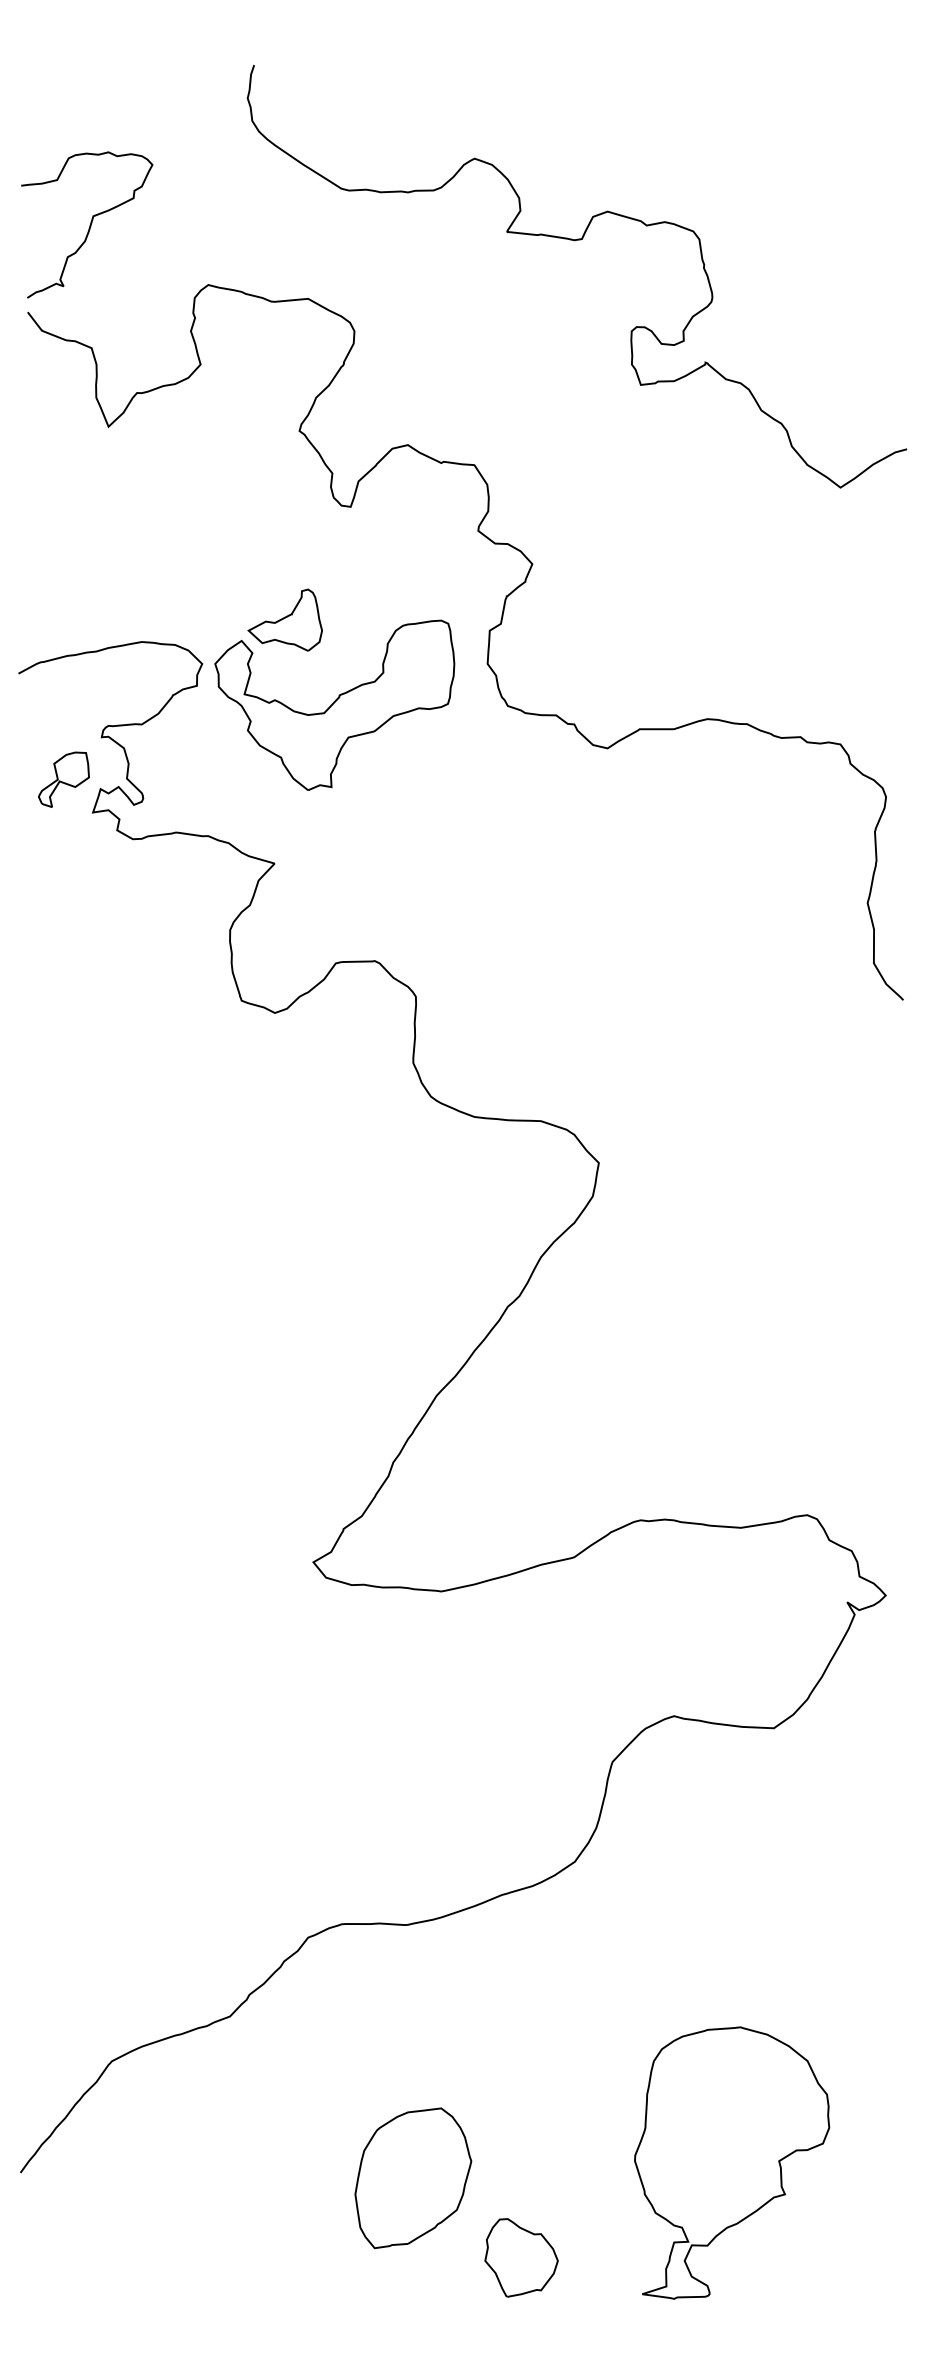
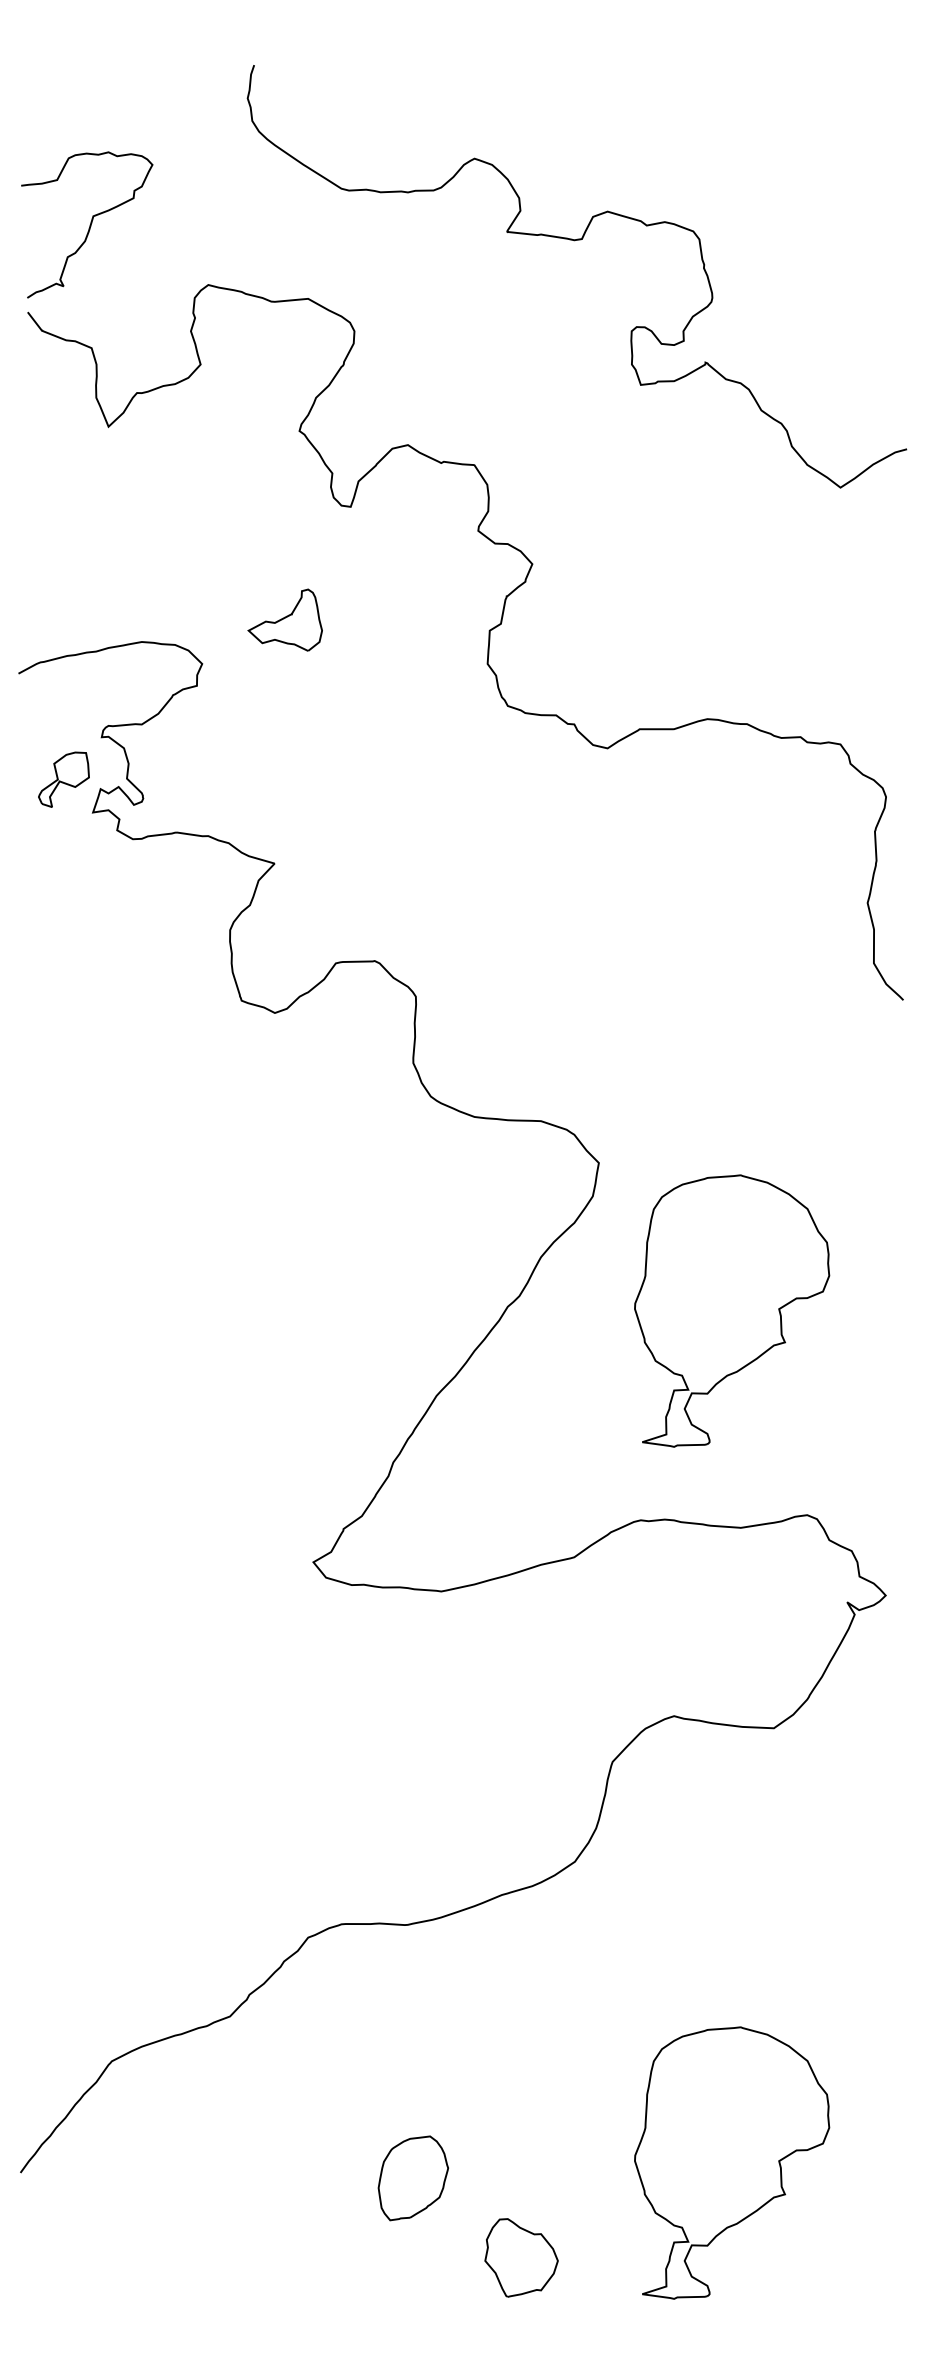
part at (334, 704): present -> none
part at (732, 1310): none -> present
part at (413, 2178) size: 119x143 px -> 72x87 px
